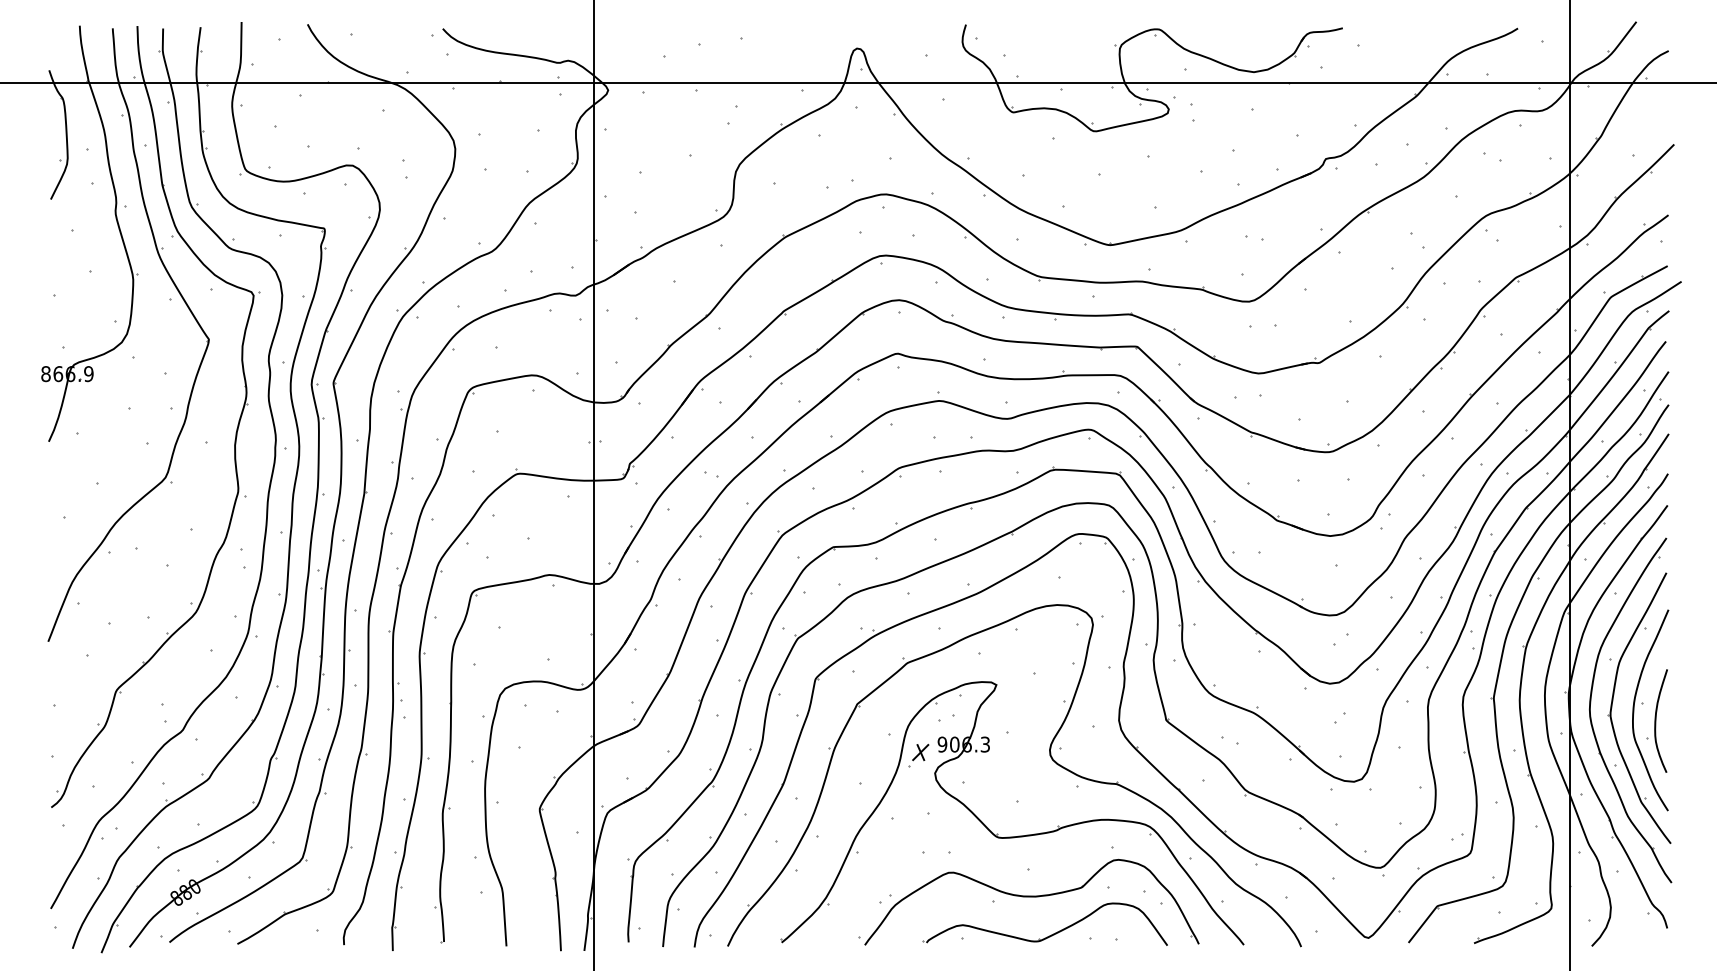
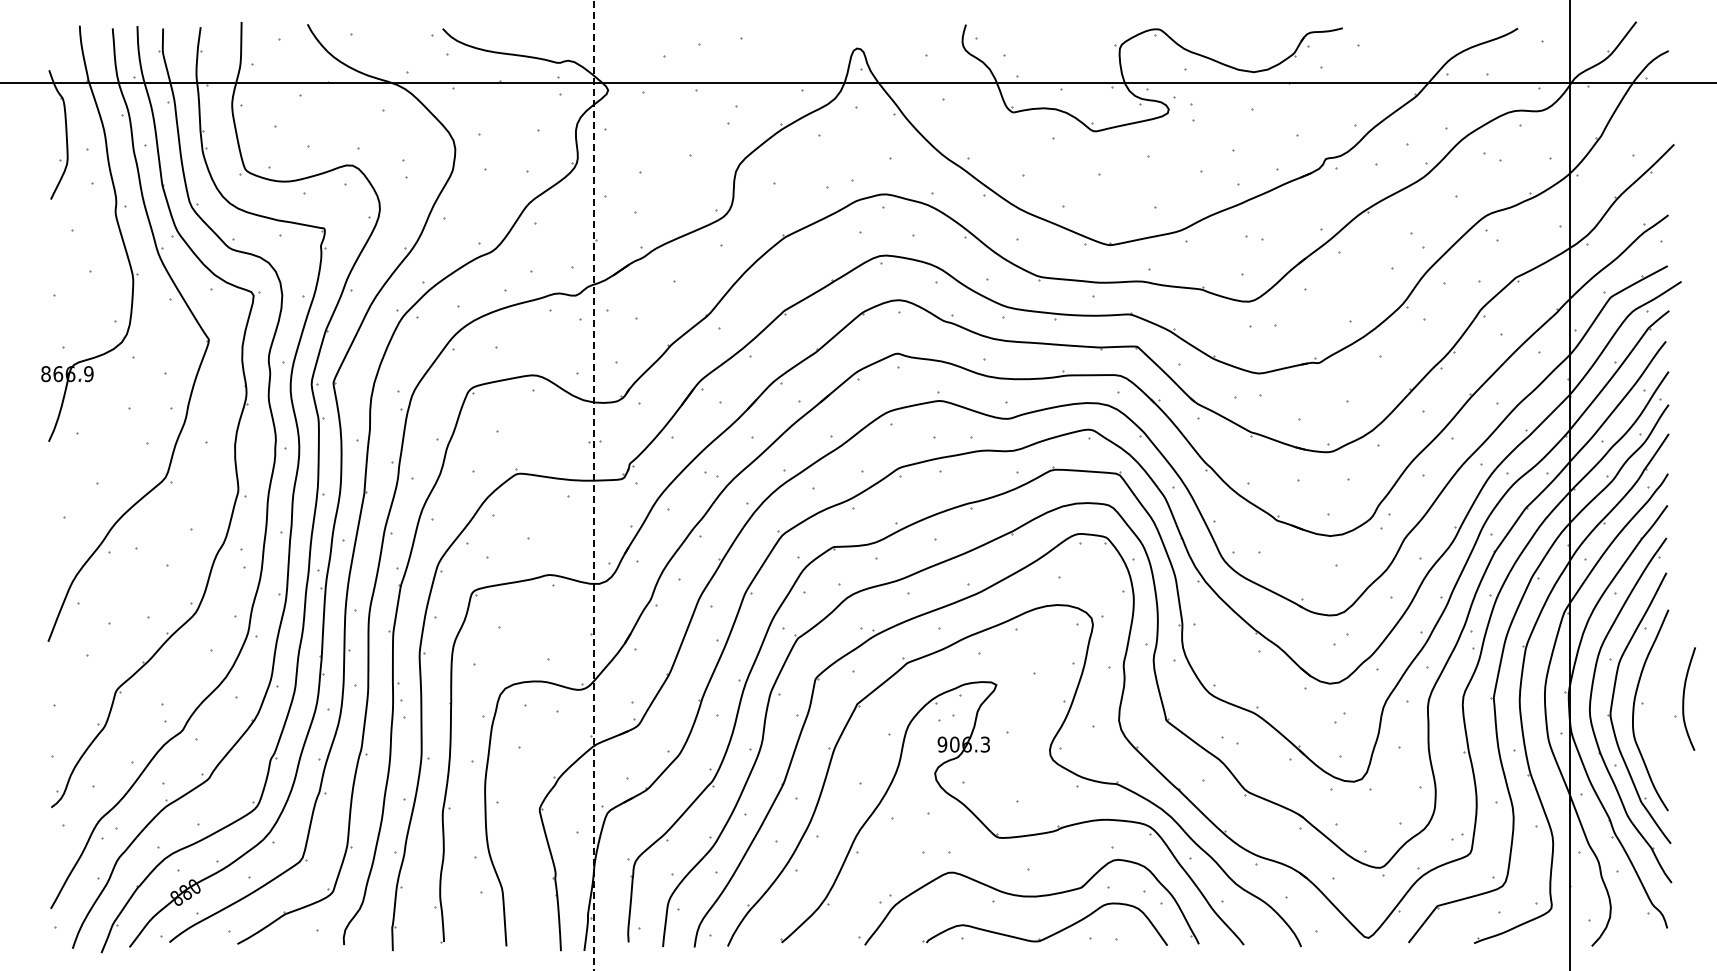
line at (593, 485): solid -> dashed
part at (1656, 720) position: (1656, 720) -> (1684, 698)
part at (918, 755): present -> none
